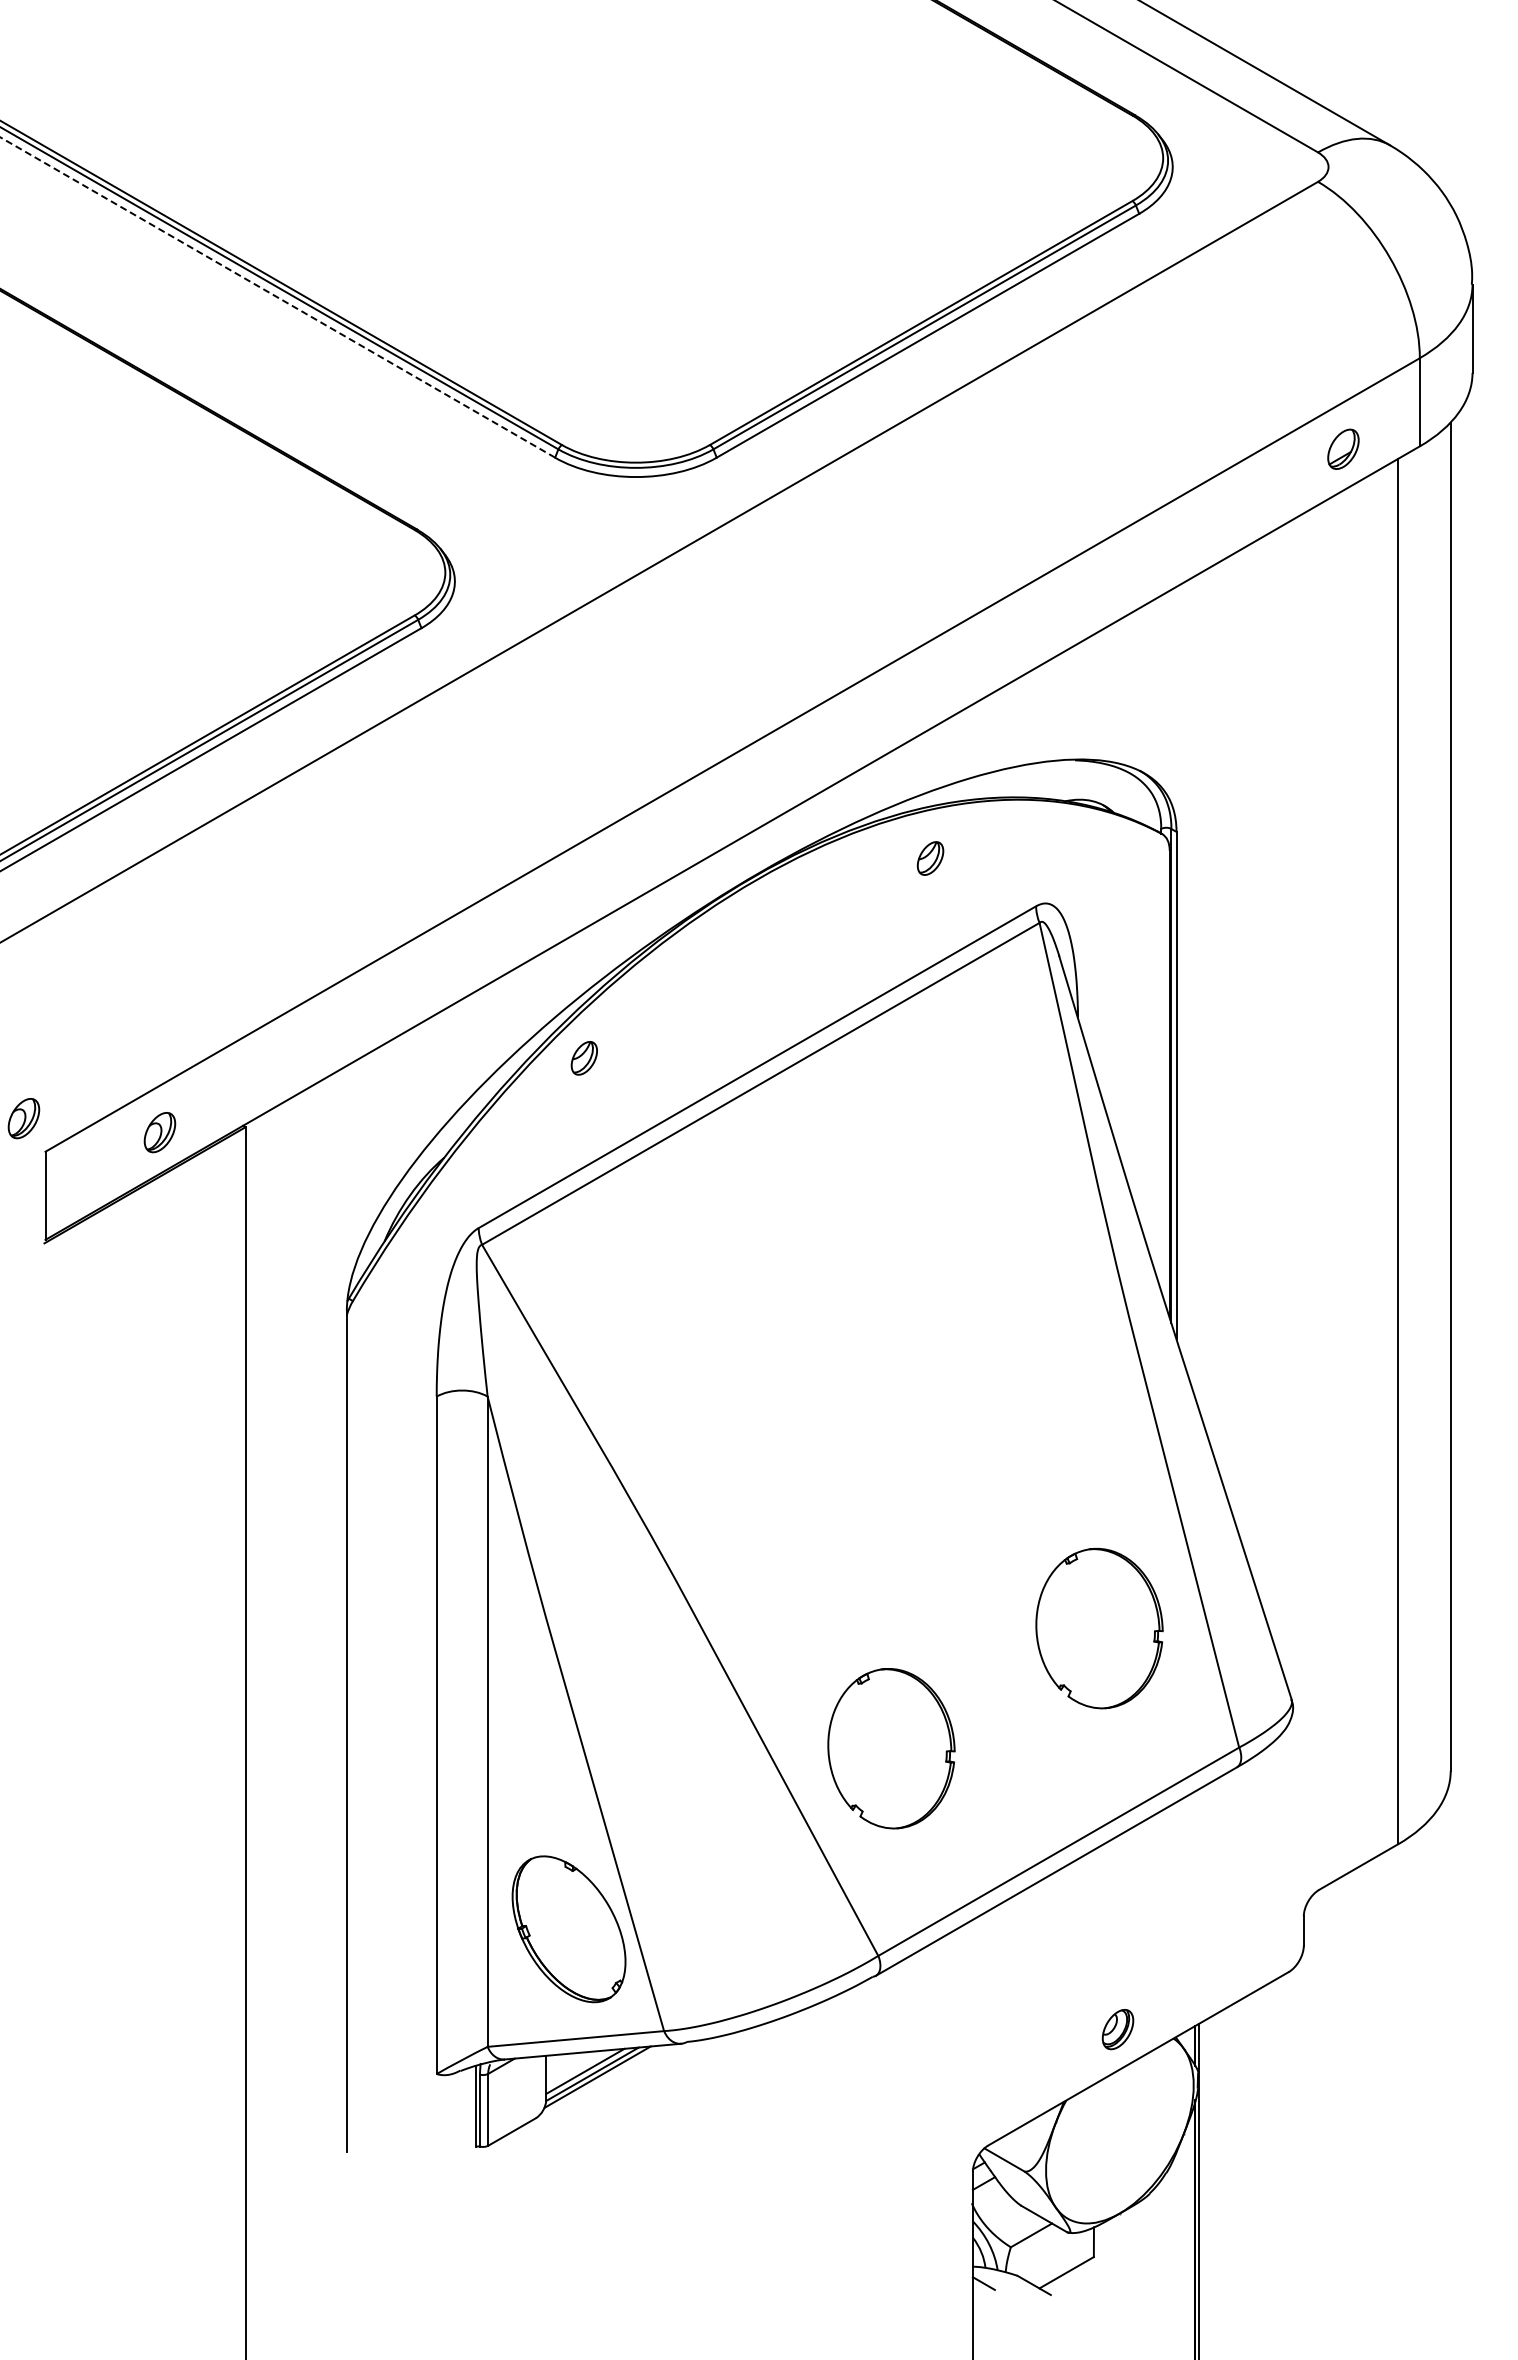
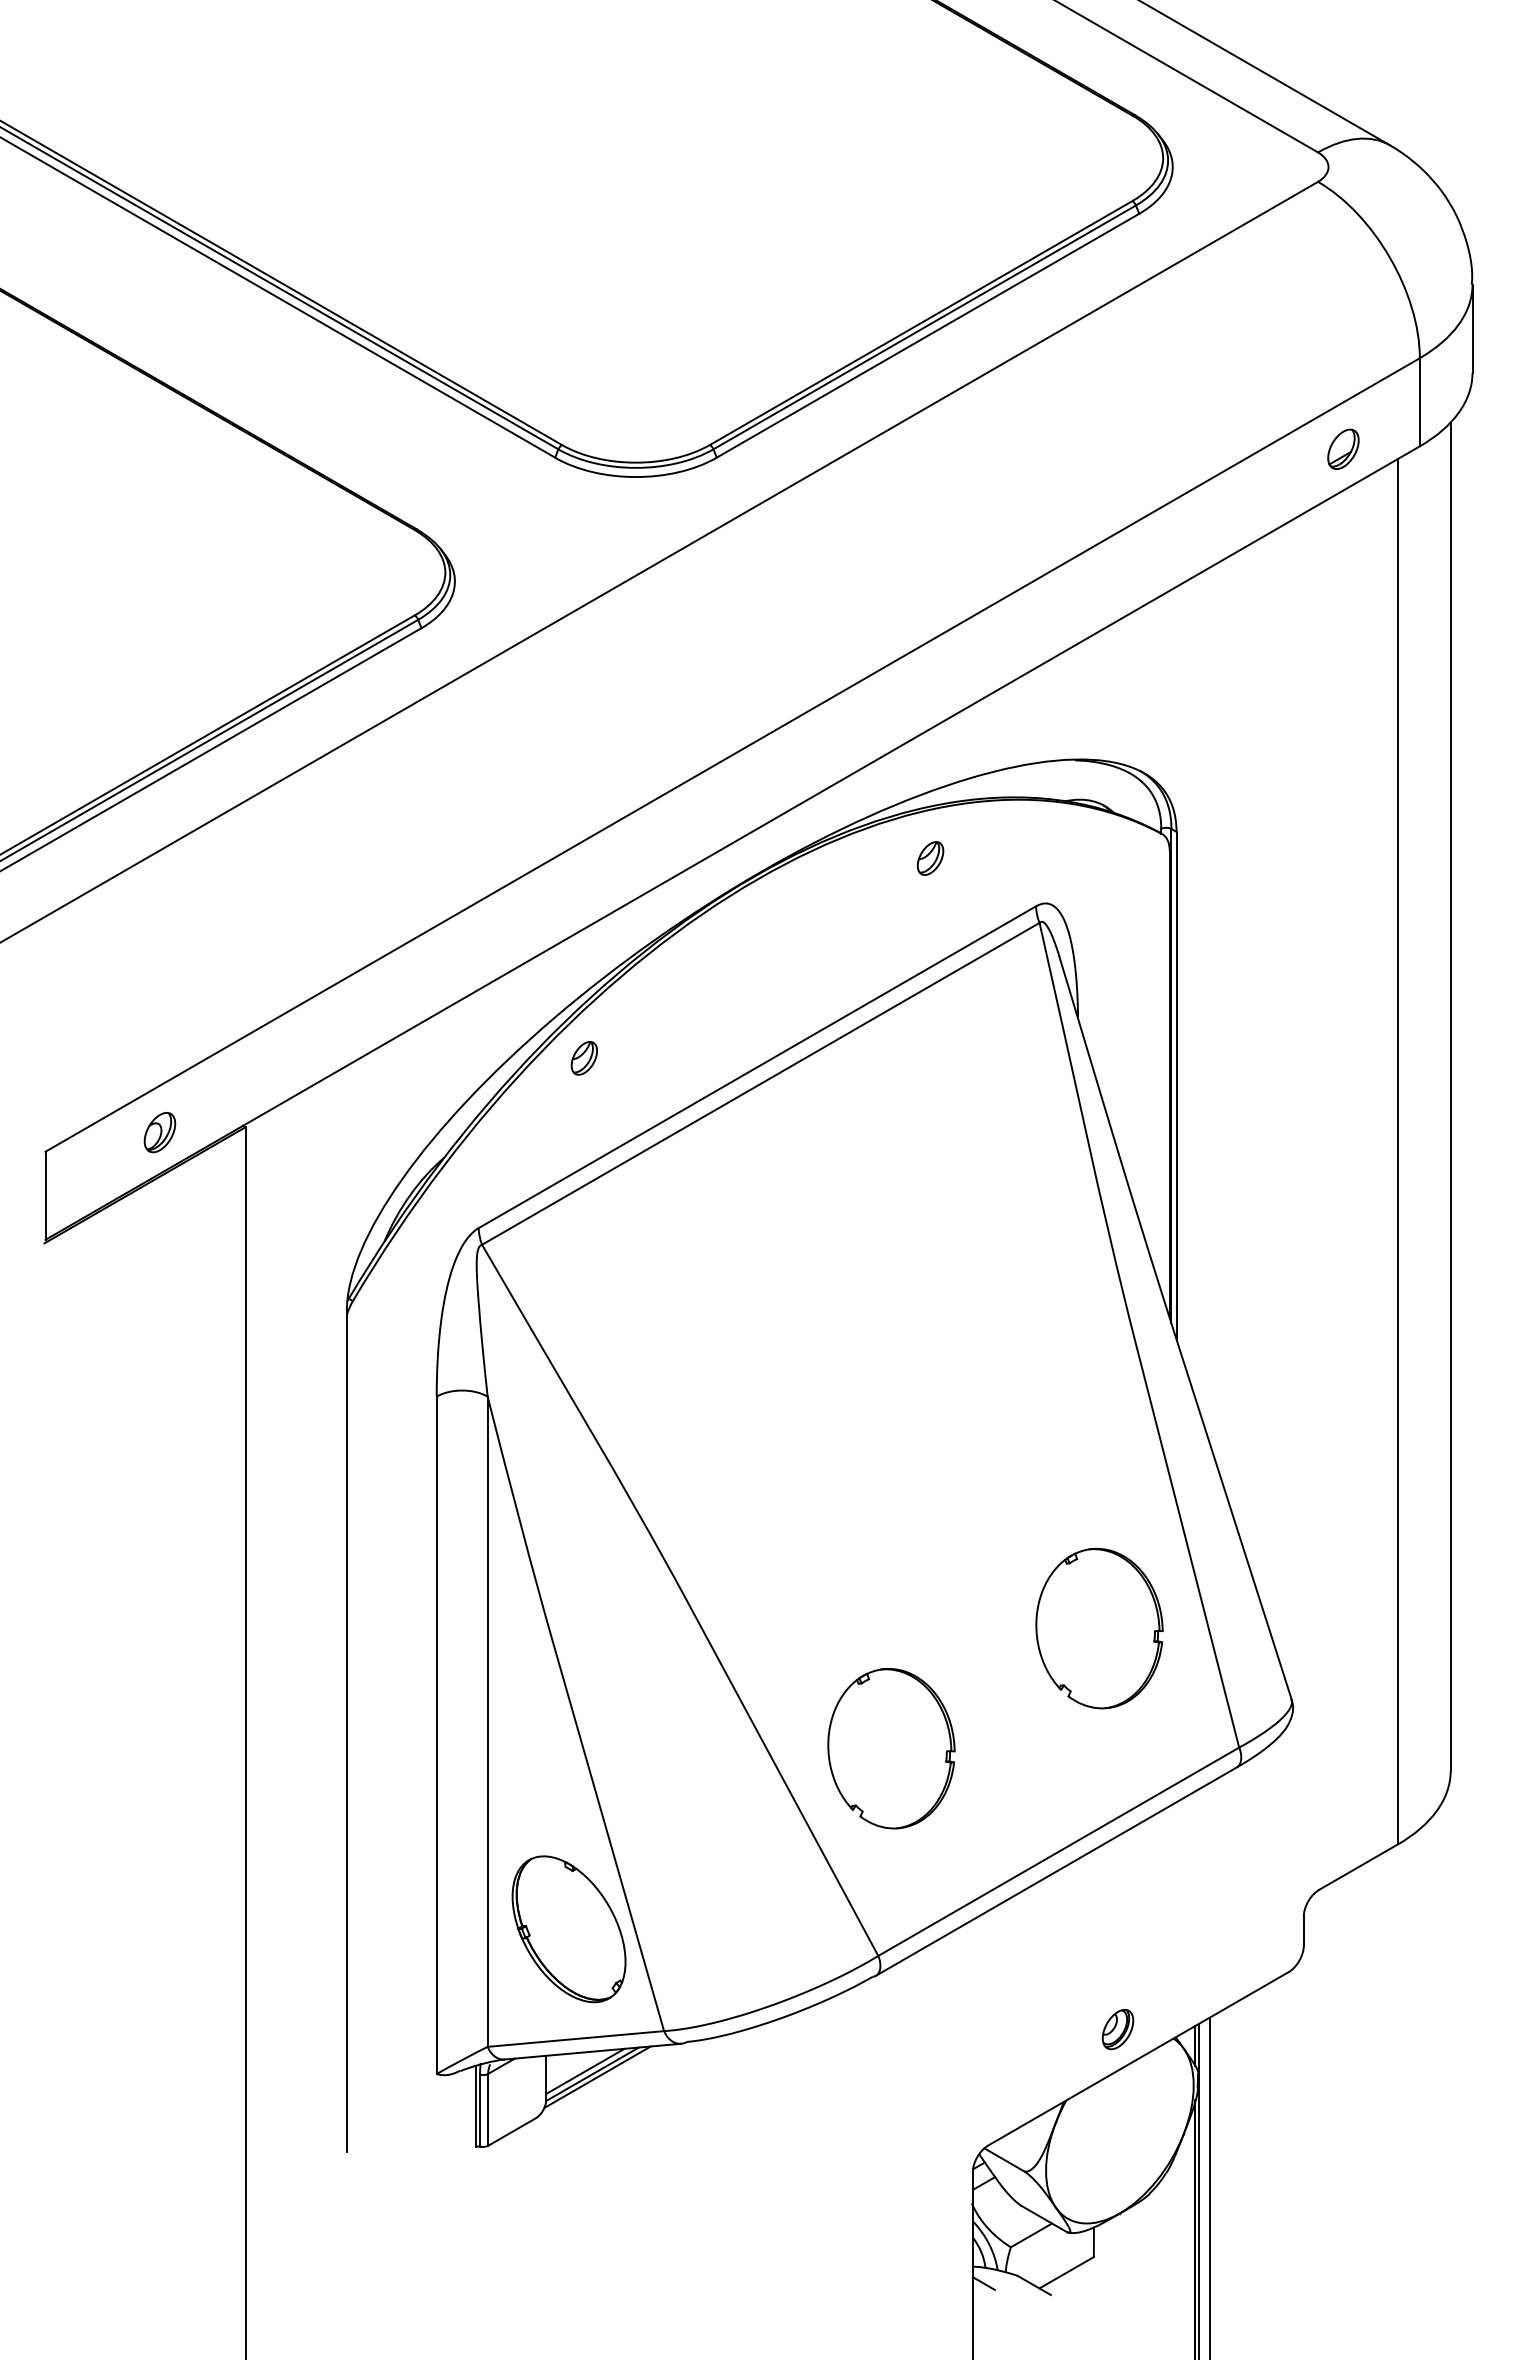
line at (277, 297): dashed -> solid
part at (23, 1118): present -> none
line at (1209, 2186): none -> present
